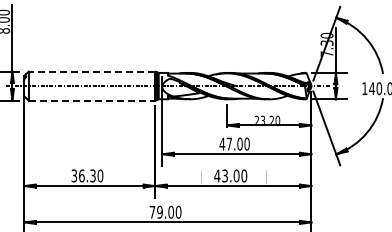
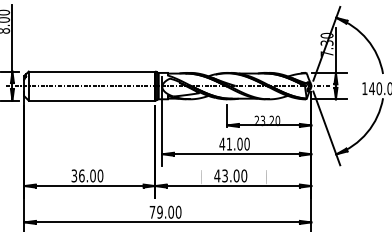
line at (91, 71): dashed -> solid
line at (92, 100): dashed -> solid
text at (228, 143): 47.00 -> 41.00
text at (92, 175): 36.30 -> 36.00
